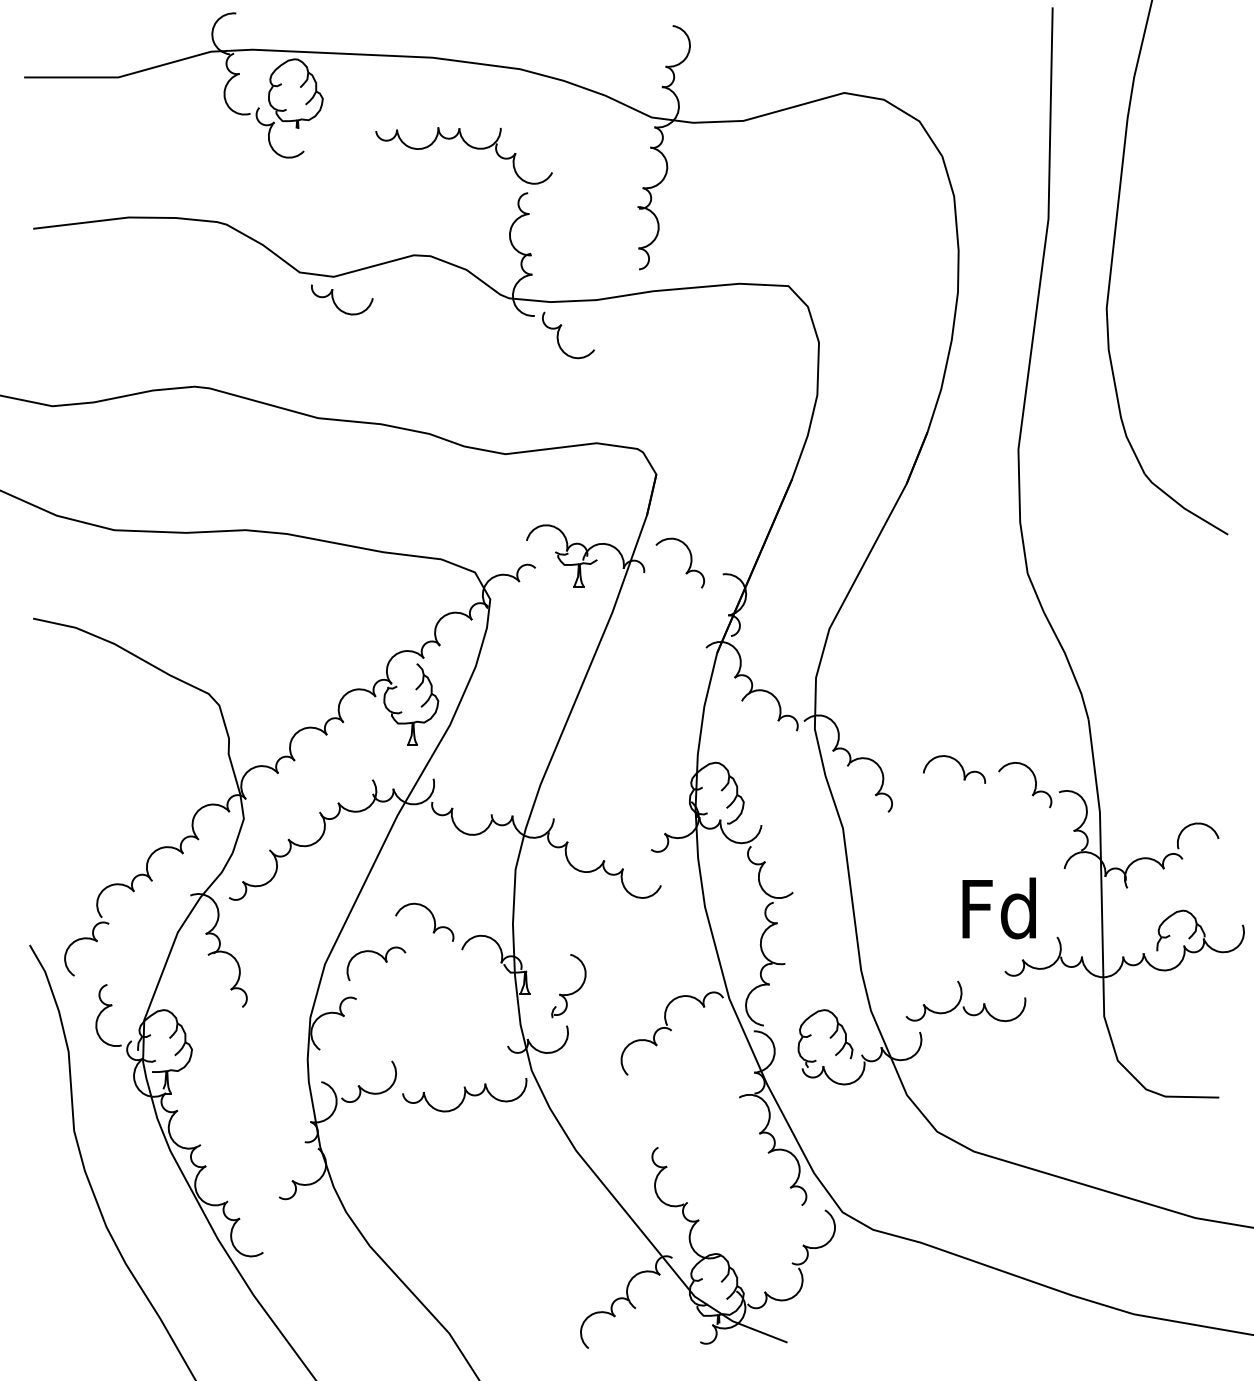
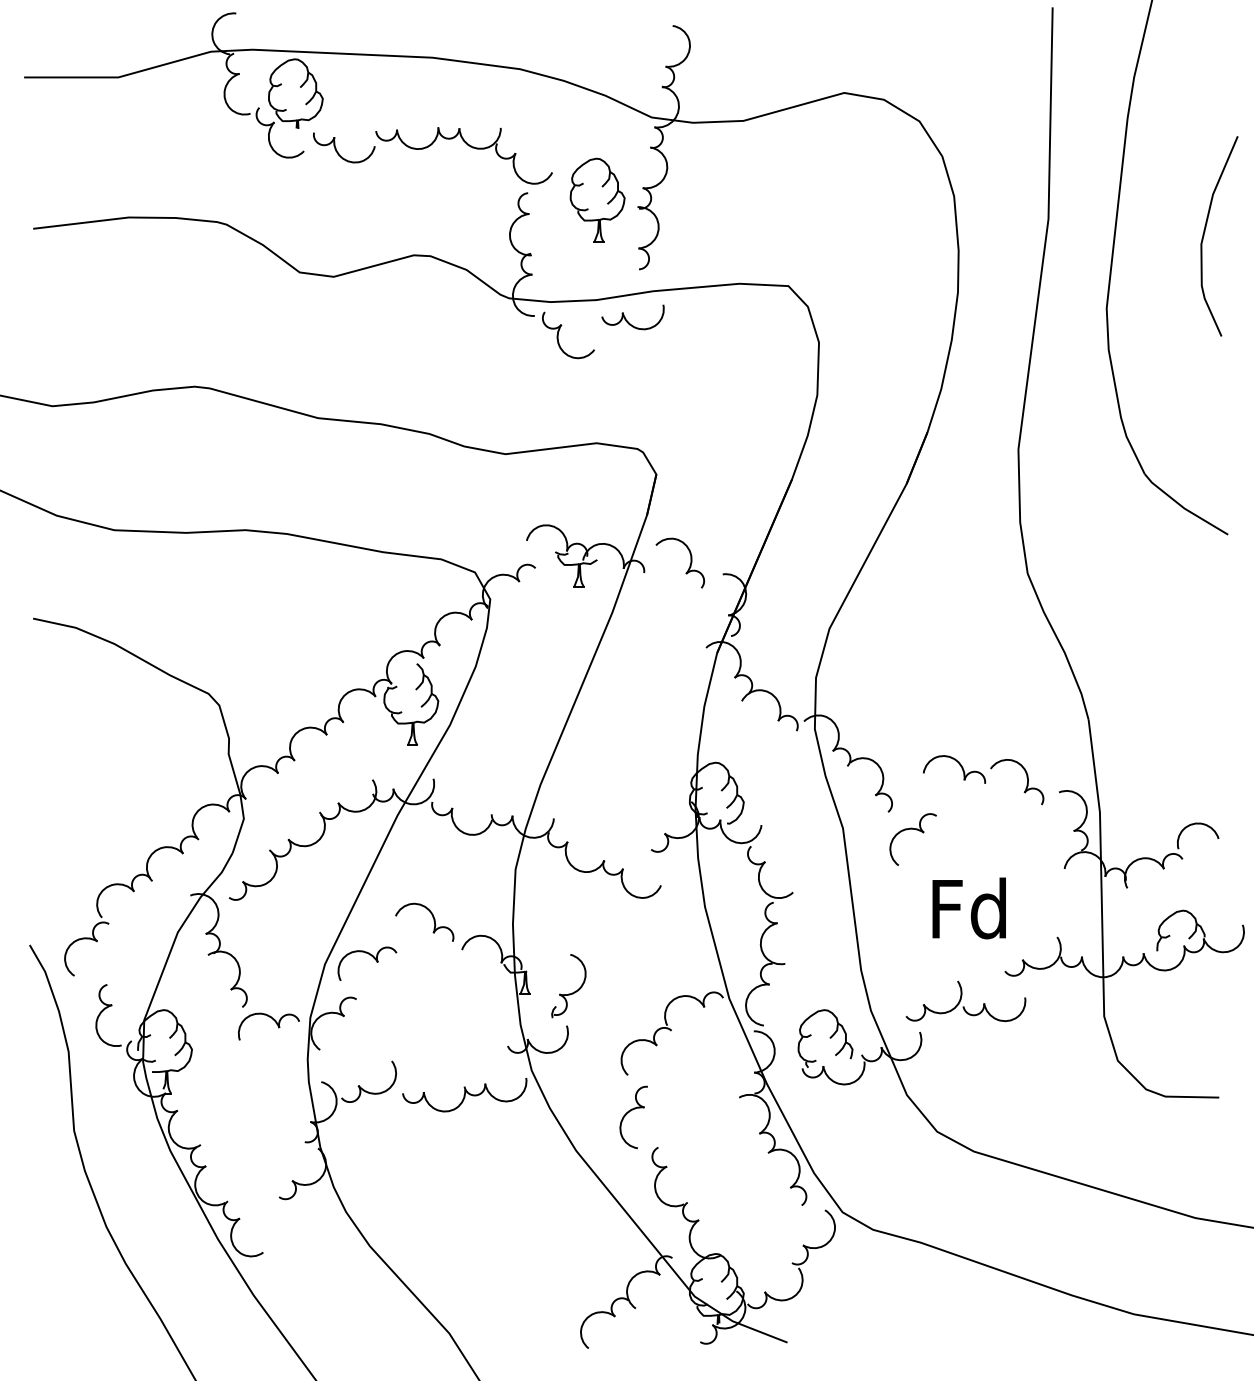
part at (597, 199): none -> present
curve at (1205, 232): none -> present
part at (335, 302) position: (335, 302) -> (337, 150)
part at (632, 317): none -> present
part at (1034, 787) position: (1034, 787) -> (1026, 784)
part at (916, 830): none -> present
text at (998, 908) position: (998, 908) -> (968, 908)
part at (381, 957) position: (381, 957) -> (372, 957)
part at (275, 1023): none -> present
part at (629, 1112): none -> present
